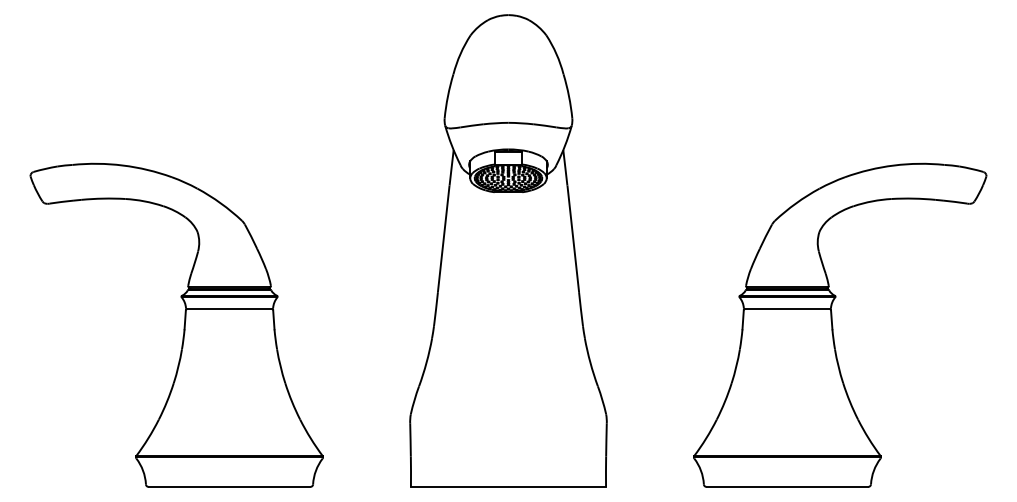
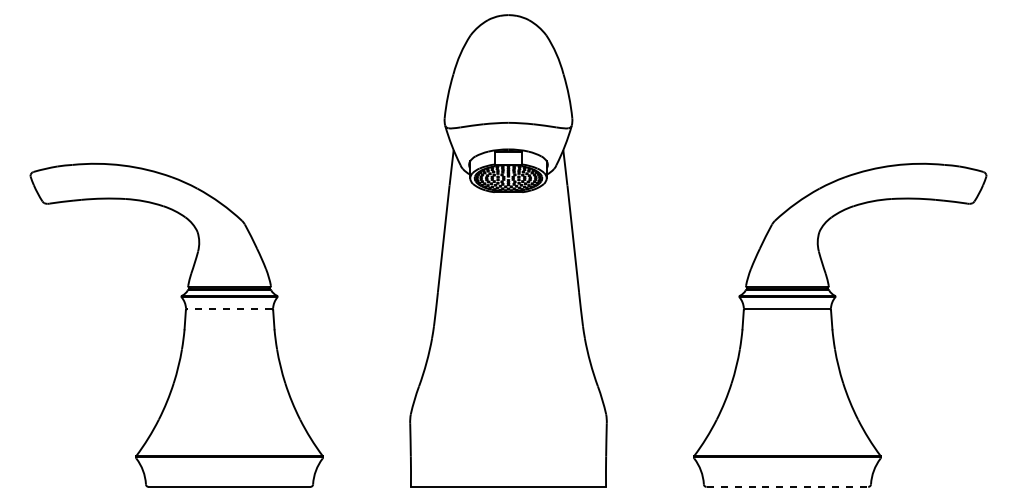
line at (229, 309): solid -> dashed
line at (787, 486): solid -> dashed
